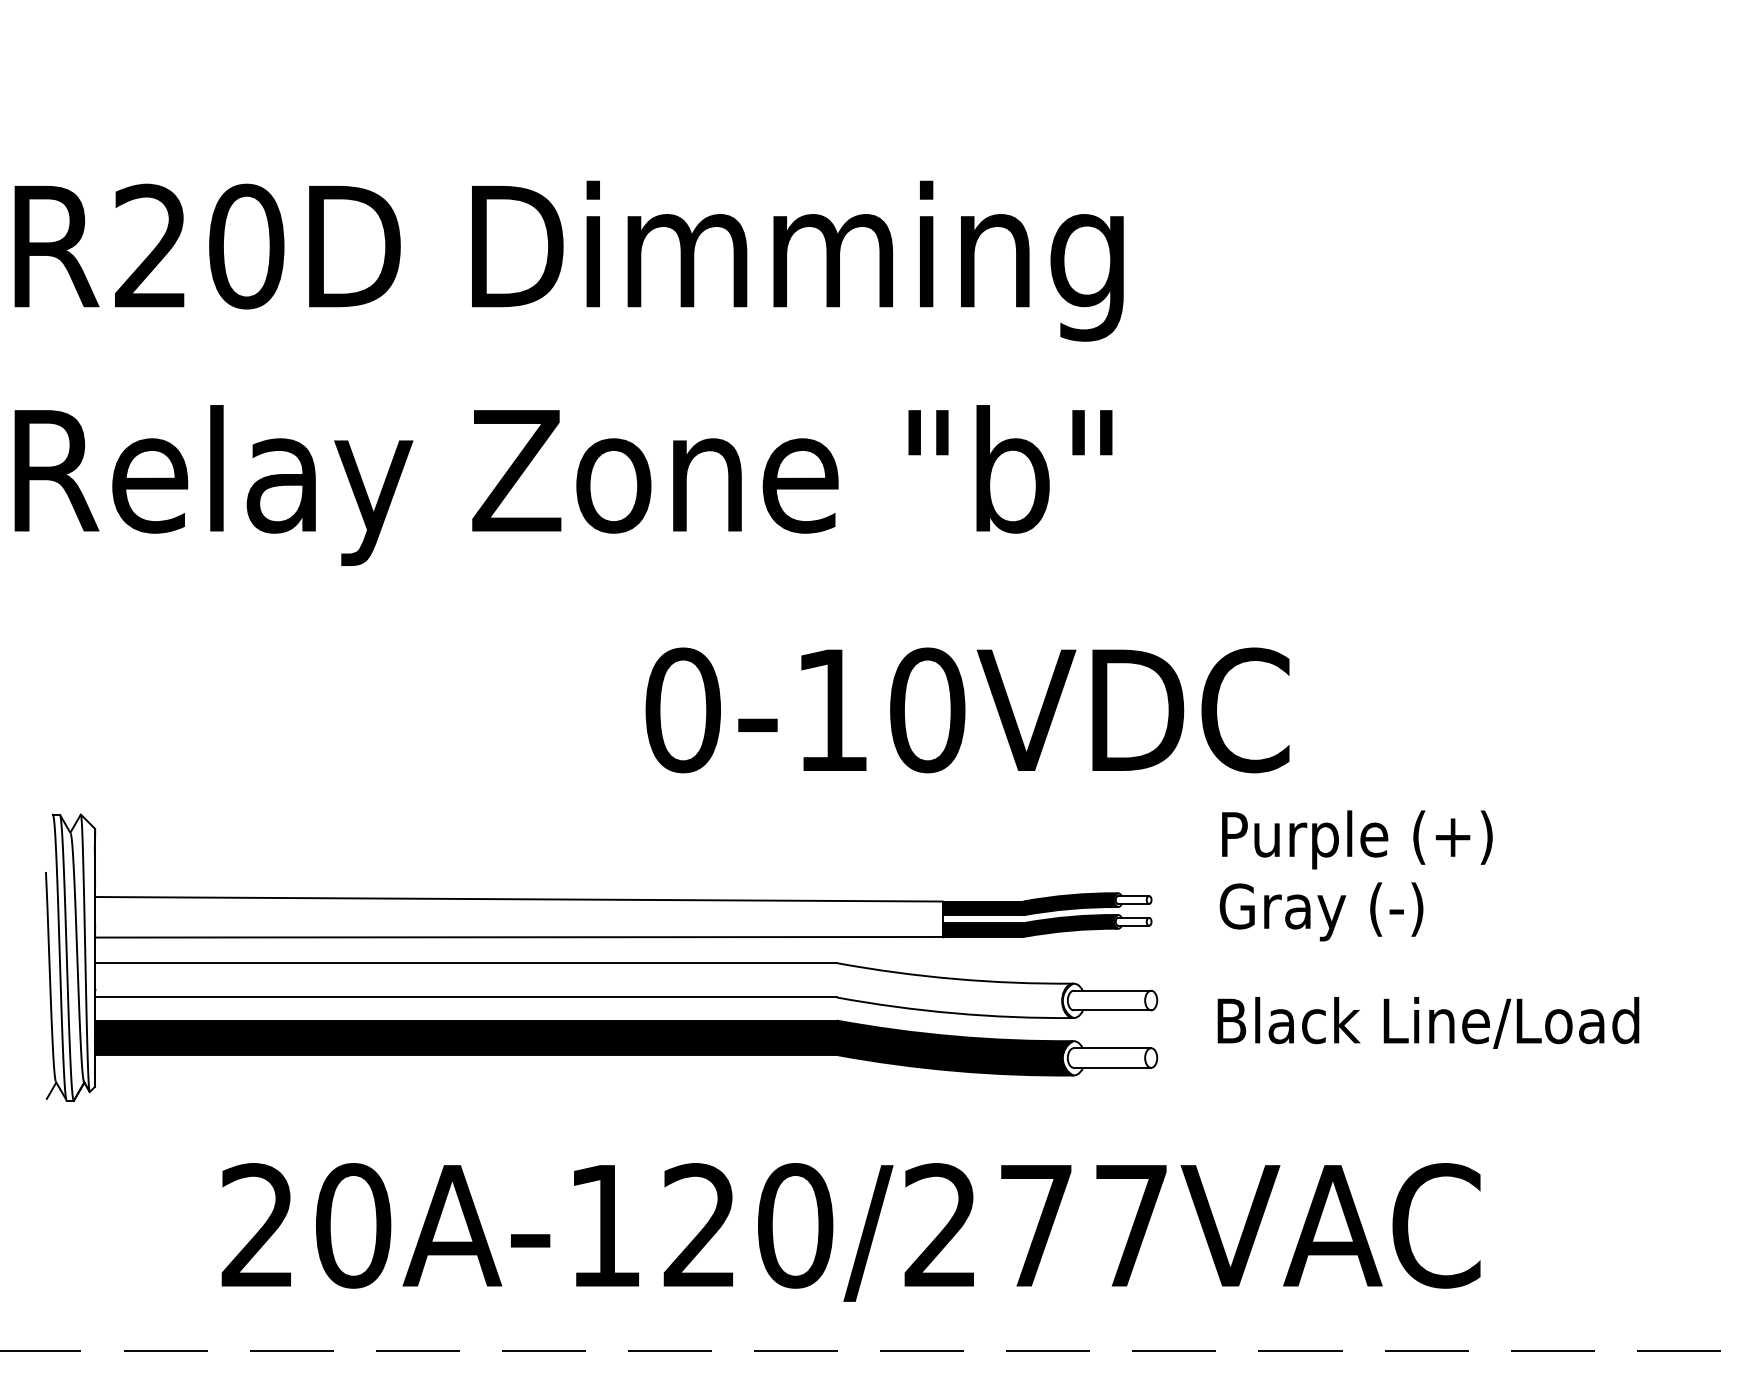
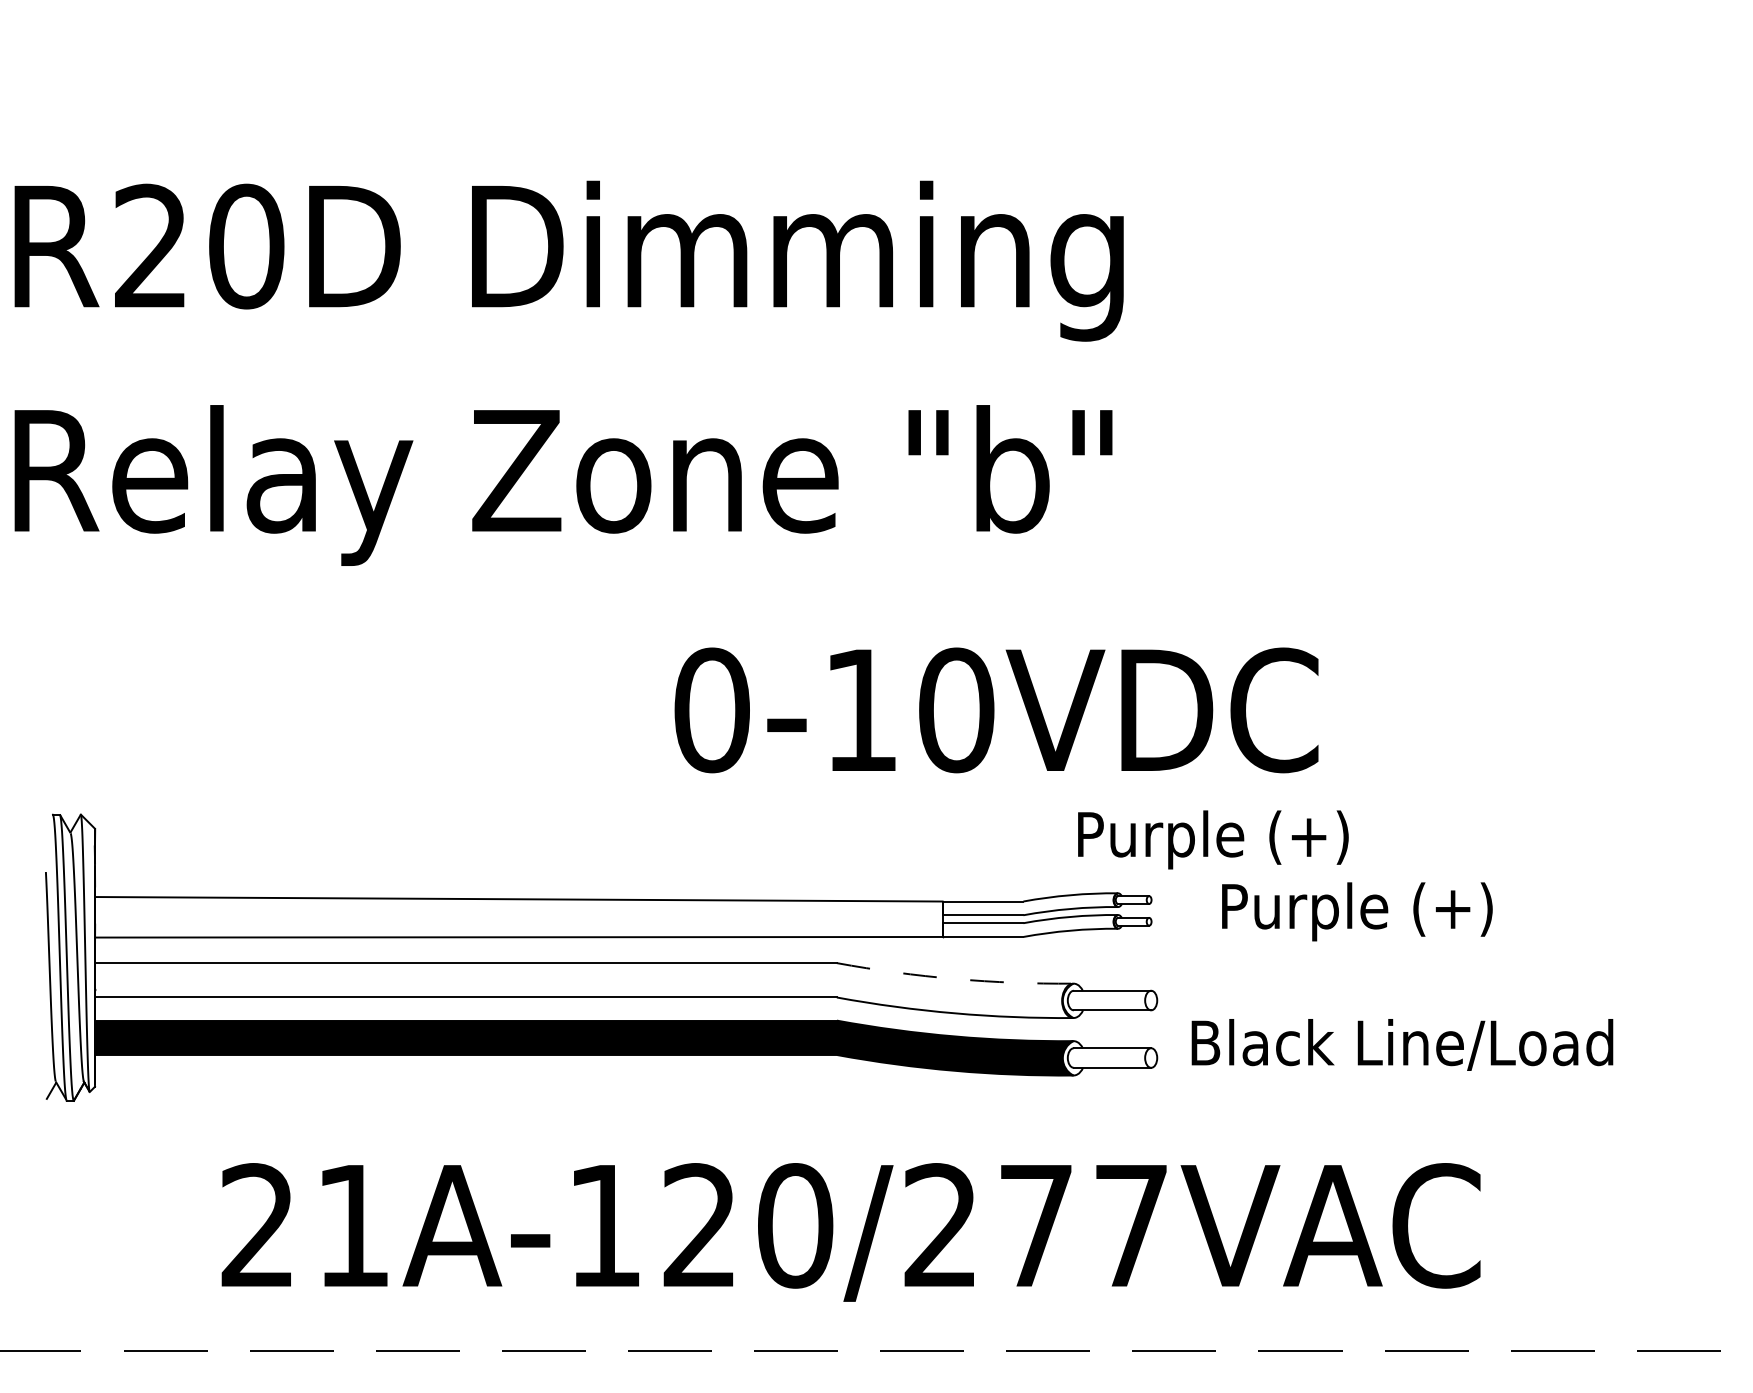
text at (967, 710) position: (967, 710) -> (996, 710)
text at (1357, 839) position: (1357, 839) -> (1213, 839)
fill at (1030, 904): present -> none
text at (1355, 911): Gray (-) -> Purple (+)
fill at (1030, 925): present -> none
arc at (954, 978): solid -> dashed
text at (1428, 1022) position: (1428, 1022) -> (1402, 1044)
text at (353, 1225): 20A-120/277VAC -> 21A-120/277VAC
